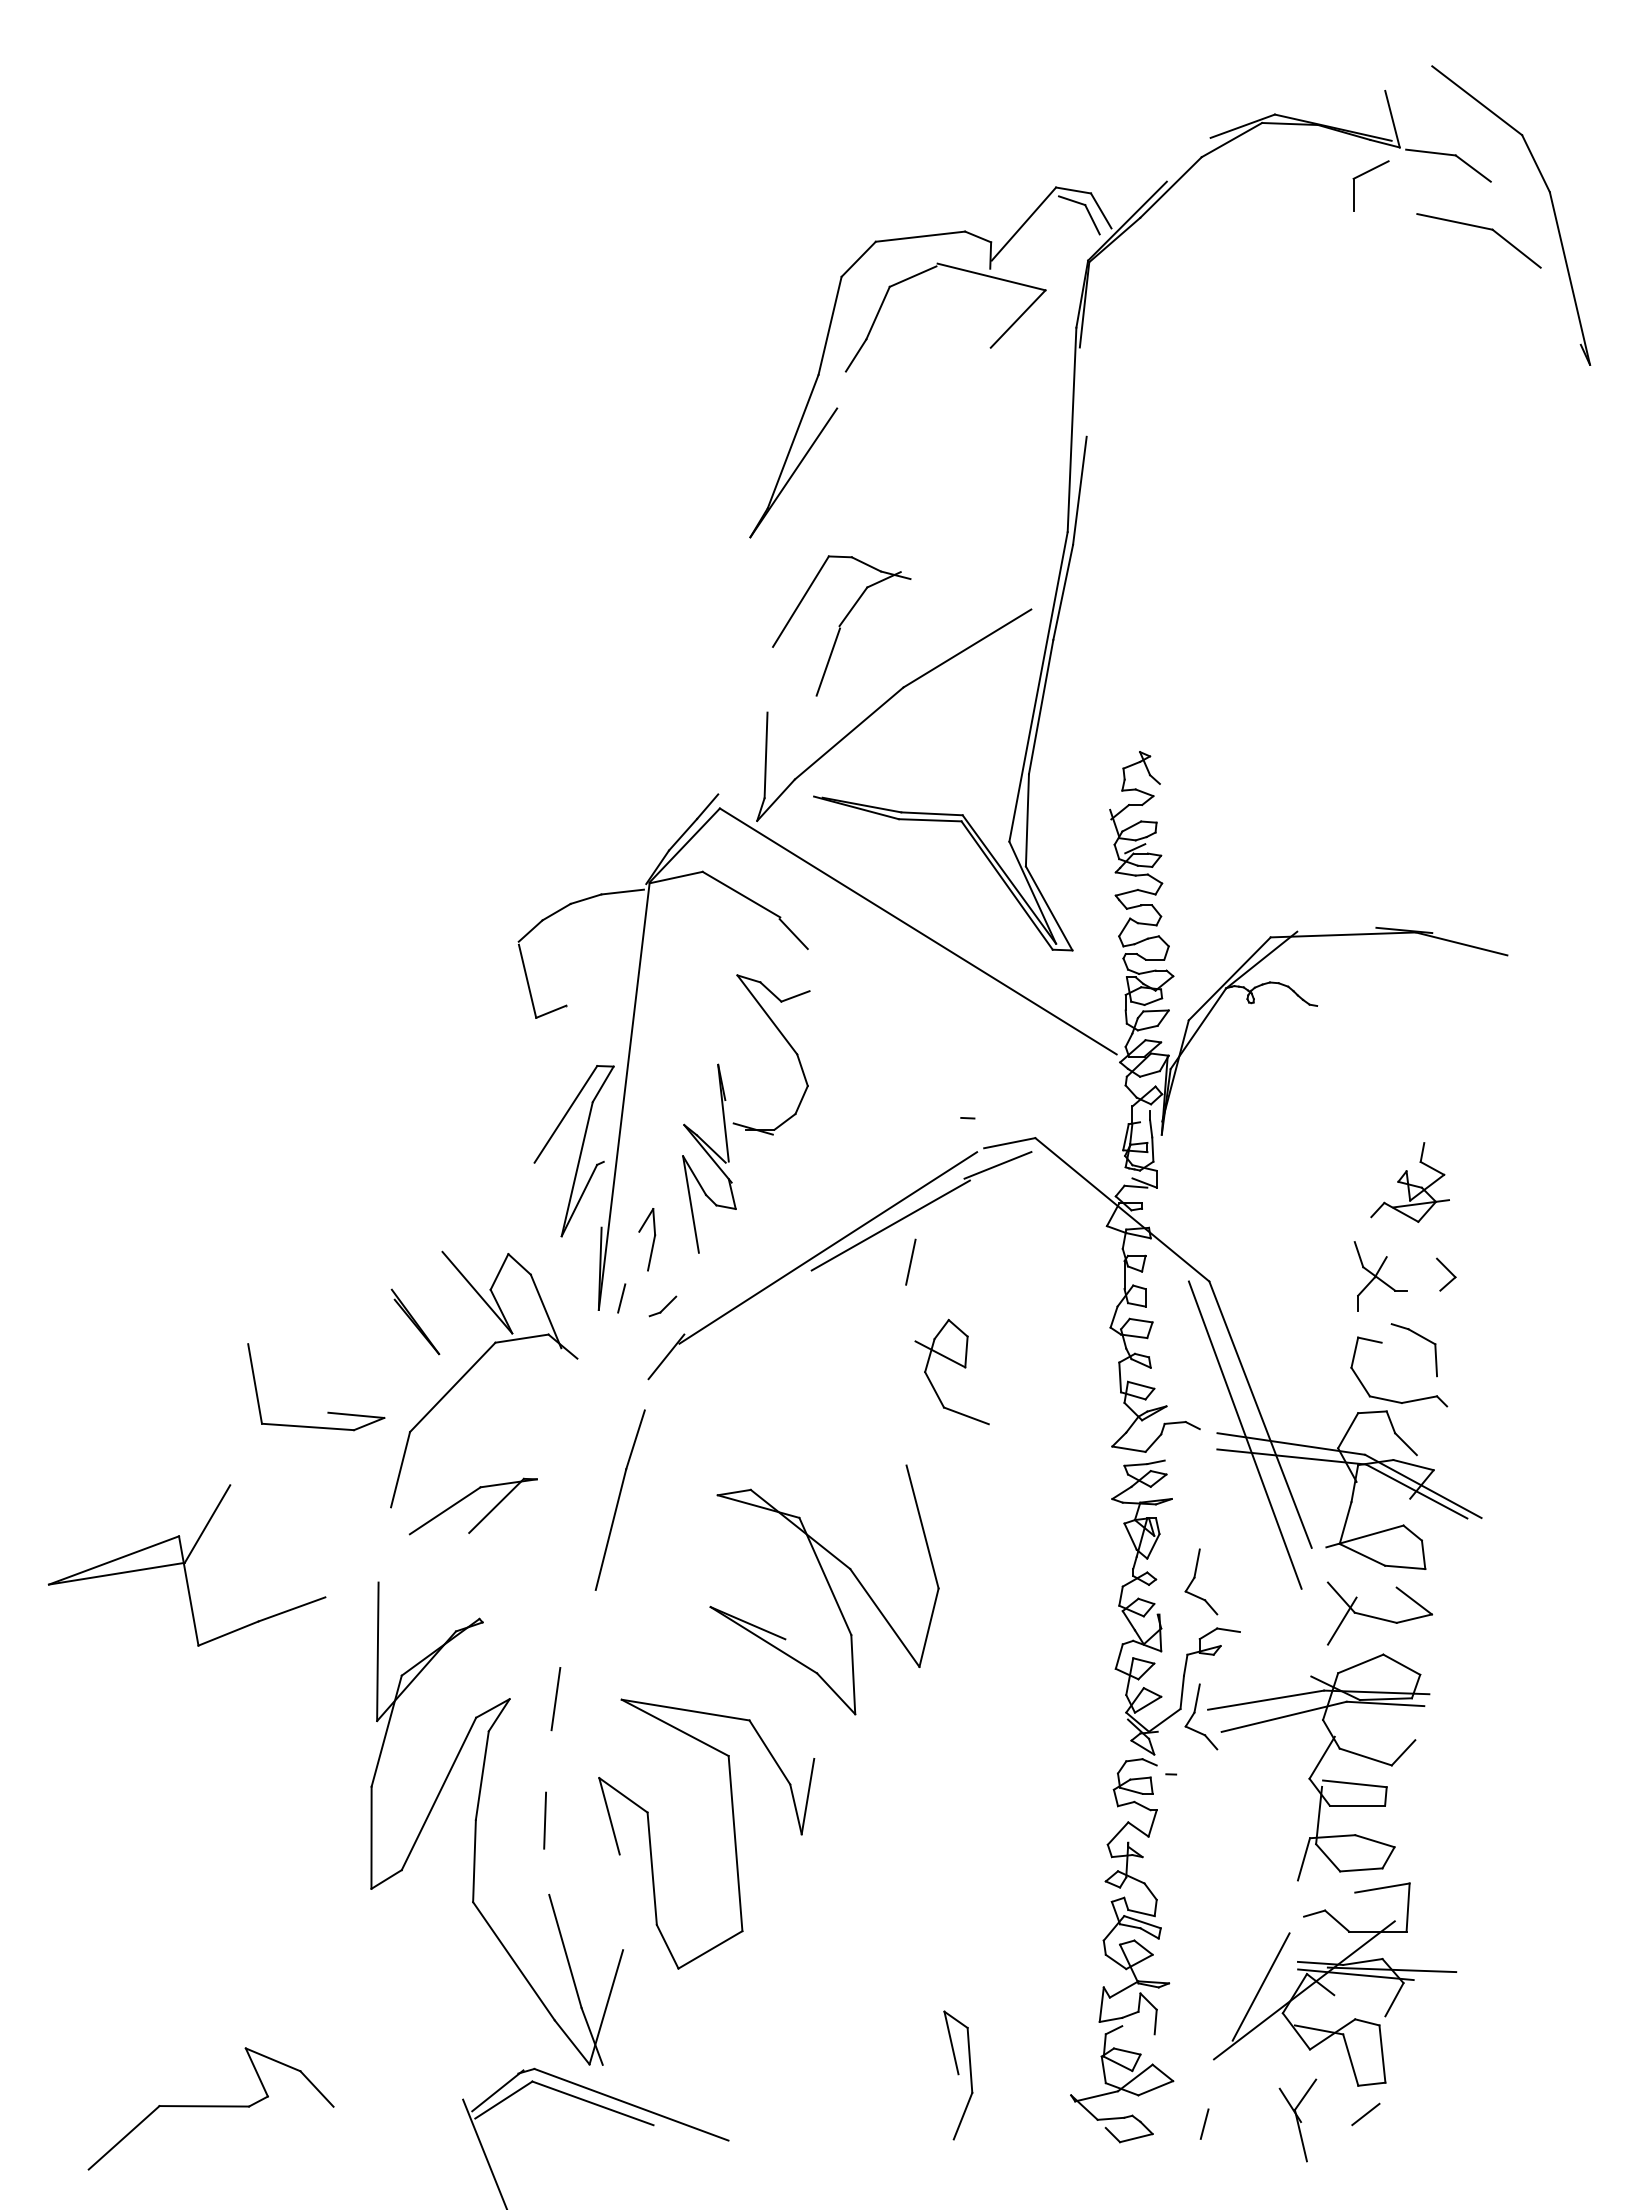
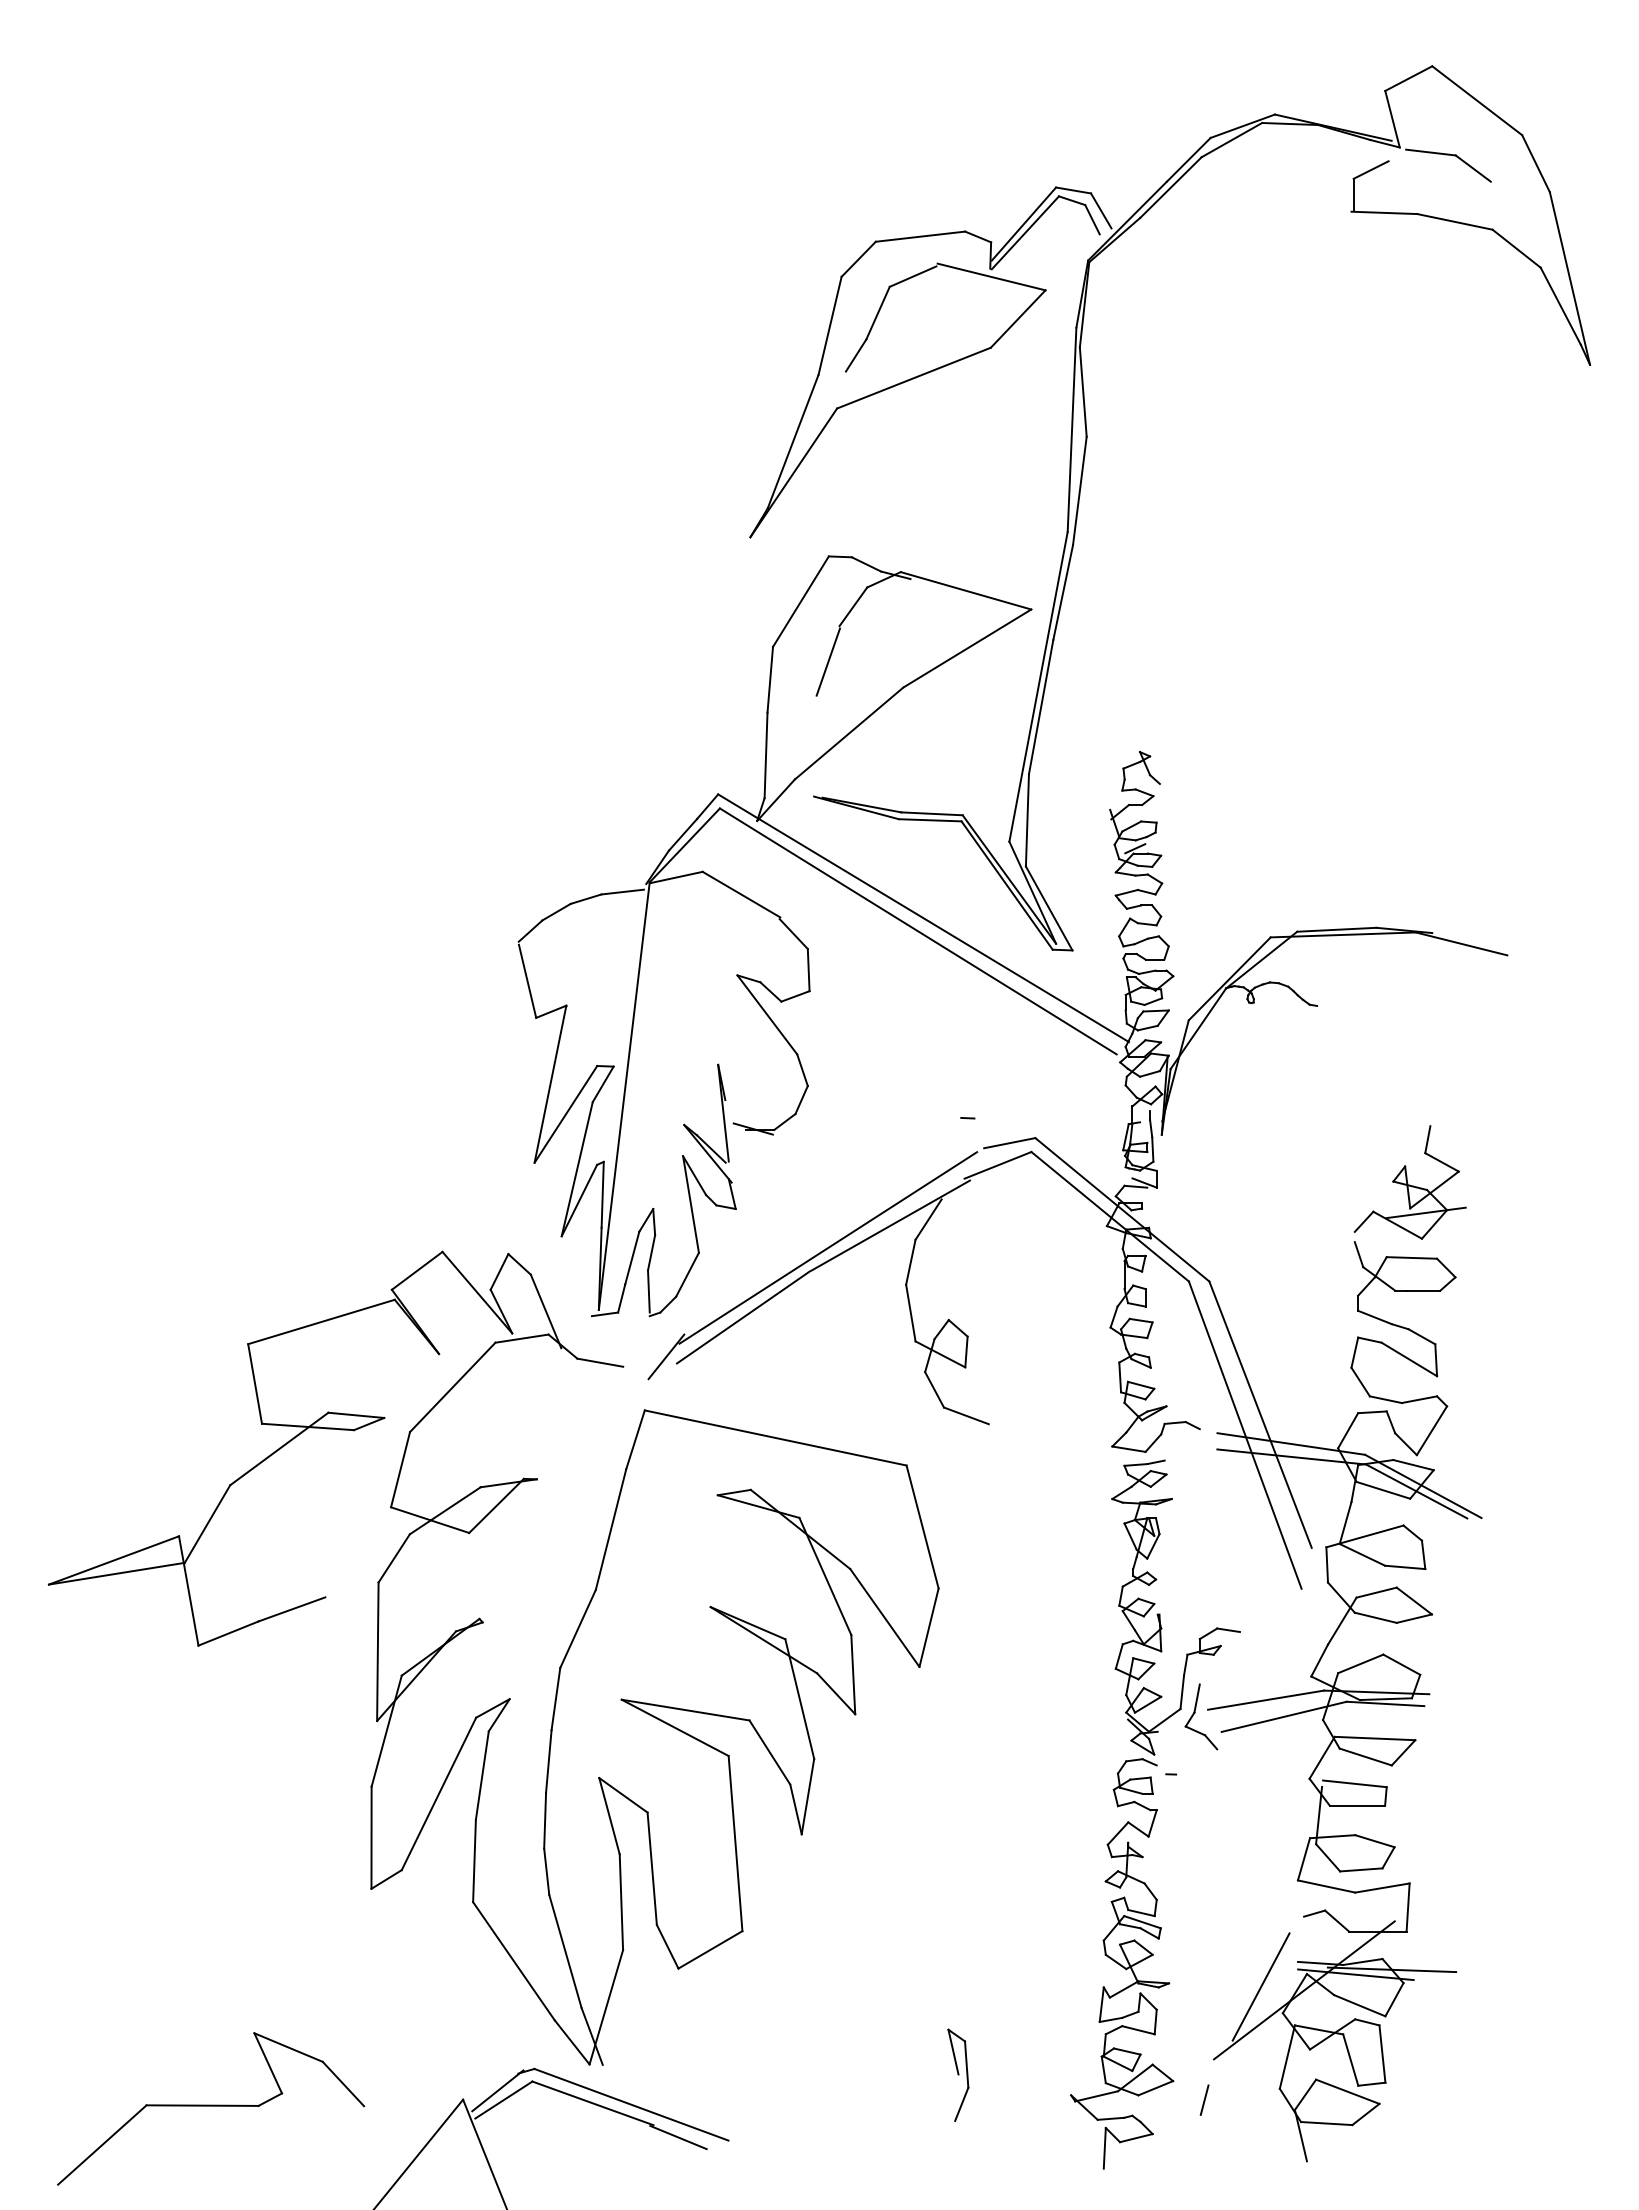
line at (1408, 78): none -> present
line at (1188, 159): none -> present
line at (1384, 212): none -> present
line at (1024, 232): none -> present
line at (1560, 305): none -> present
line at (913, 377): none -> present
line at (1082, 391): none -> present
line at (965, 590): none -> present
line at (770, 679): none -> present
line at (923, 918): none -> present
line at (1336, 929): none -> present
line at (808, 970): none -> present
line at (550, 1083): none -> present
part at (1409, 1182) size: 80x81 px -> 114x115 px
line at (602, 1194): none -> present
line at (1109, 1216): none -> present
line at (928, 1219): none -> present
line at (632, 1257): none -> present
line at (1411, 1257): none -> present
line at (416, 1270): none -> present
line at (687, 1274): none -> present
line at (1423, 1290): none -> present
line at (648, 1291): none -> present
line at (910, 1312): none -> present
line at (604, 1314): none -> present
line at (743, 1317): none -> present
line at (1374, 1317): none -> present
line at (321, 1321): none -> present
line at (1409, 1359): none -> present
line at (600, 1362): none -> present
line at (1431, 1430): none -> present
line at (775, 1437): none -> present
line at (279, 1448): none -> present
line at (1383, 1489): none -> present
line at (430, 1519): none -> present
line at (393, 1558): none -> present
line at (1326, 1564): none -> present
part at (1195, 1578): present -> none
line at (1376, 1592): none -> present
line at (577, 1628): none -> present
line at (1319, 1660): none -> present
line at (799, 1698): none -> present
line at (1374, 1738): none -> present
line at (548, 1761): none -> present
line at (546, 1871): none -> present
line at (1326, 1886): none -> present
line at (621, 1902): none -> present
line at (1359, 2005): none -> present
line at (1138, 2030): none -> present
line at (1286, 2056): none -> present
part at (958, 2075) size: 31x131 px -> 23x94 px
line at (1347, 2091): none -> present
part at (210, 2108) size: 248x124 px -> 309x154 px
line at (1204, 2123) position: (1204, 2123) -> (1204, 2099)
line at (1326, 2123): none -> present
line at (678, 2137): none -> present
line at (1104, 2147): none -> present
line at (419, 2152): none -> present
